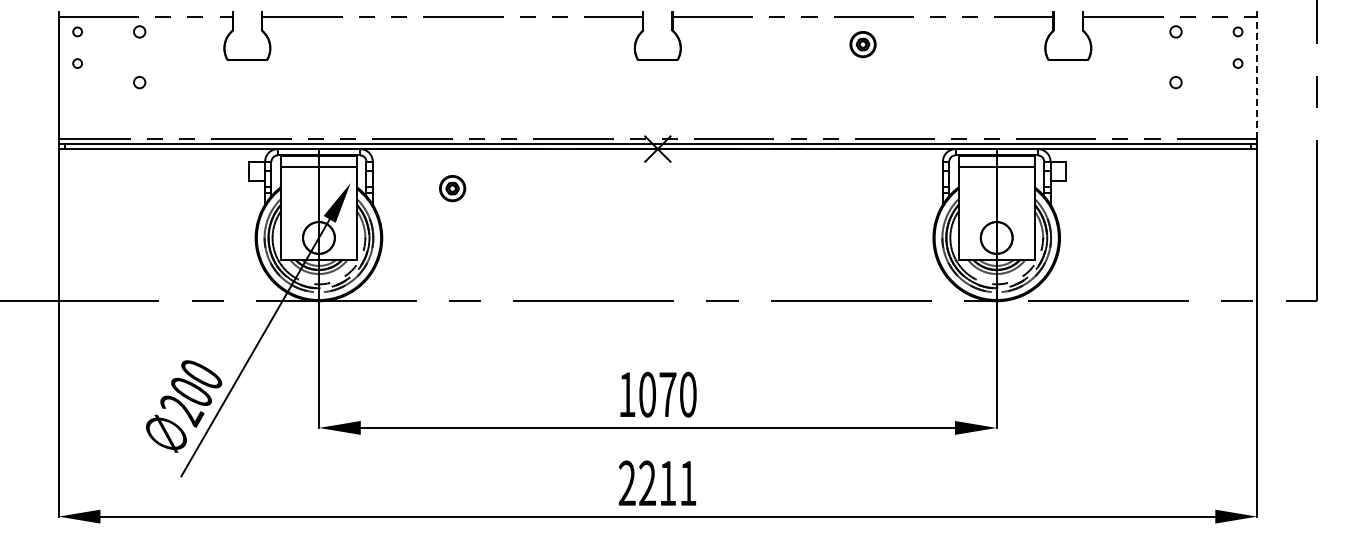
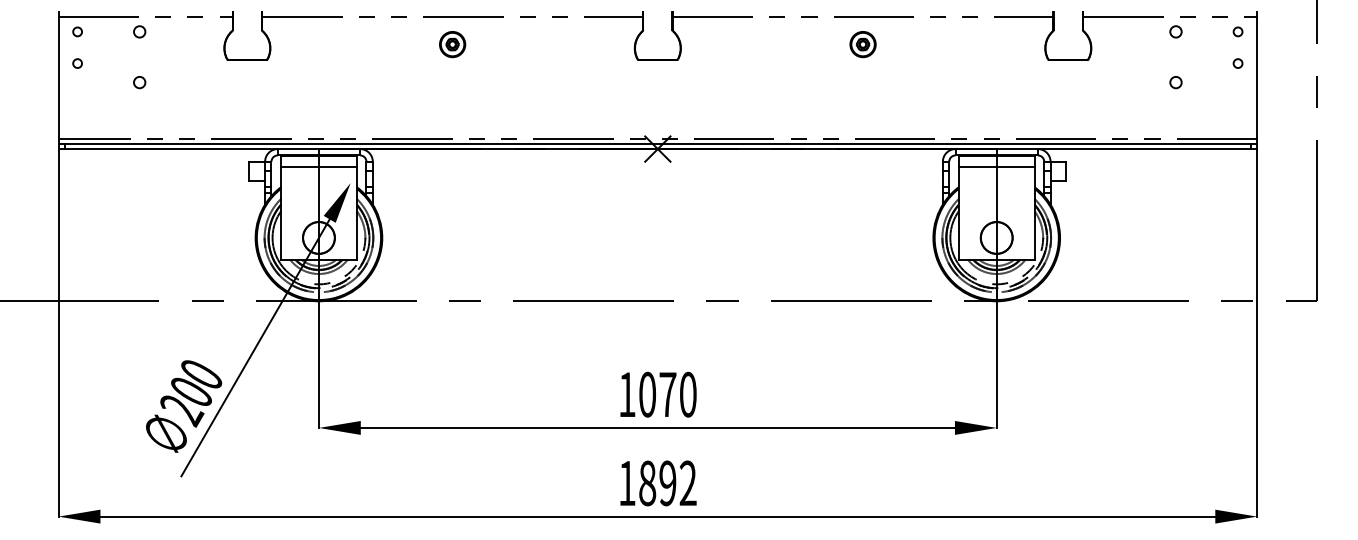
line at (1257, 77): dashed -> solid
part at (452, 188) position: (452, 188) -> (452, 44)
text at (657, 483): 2211 -> 1892
